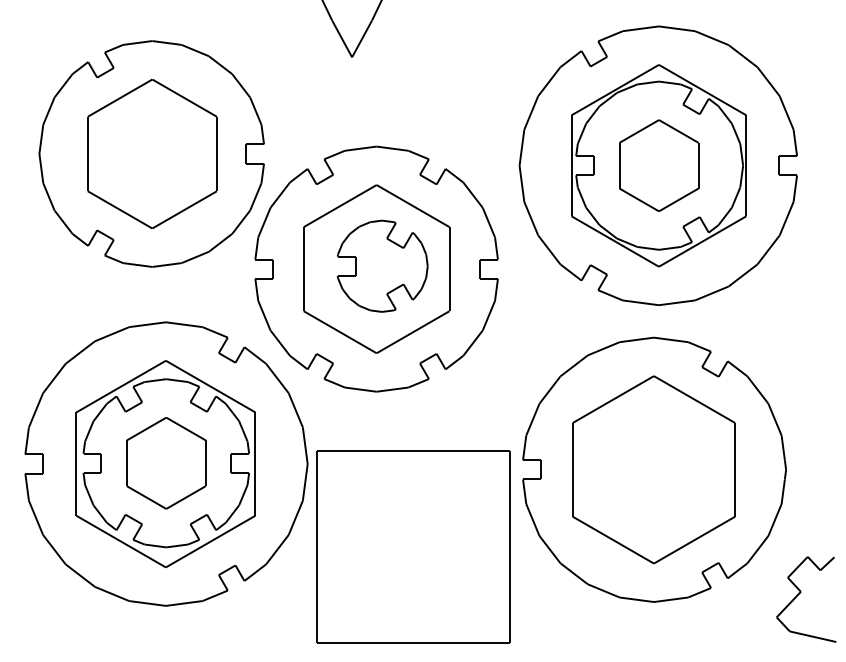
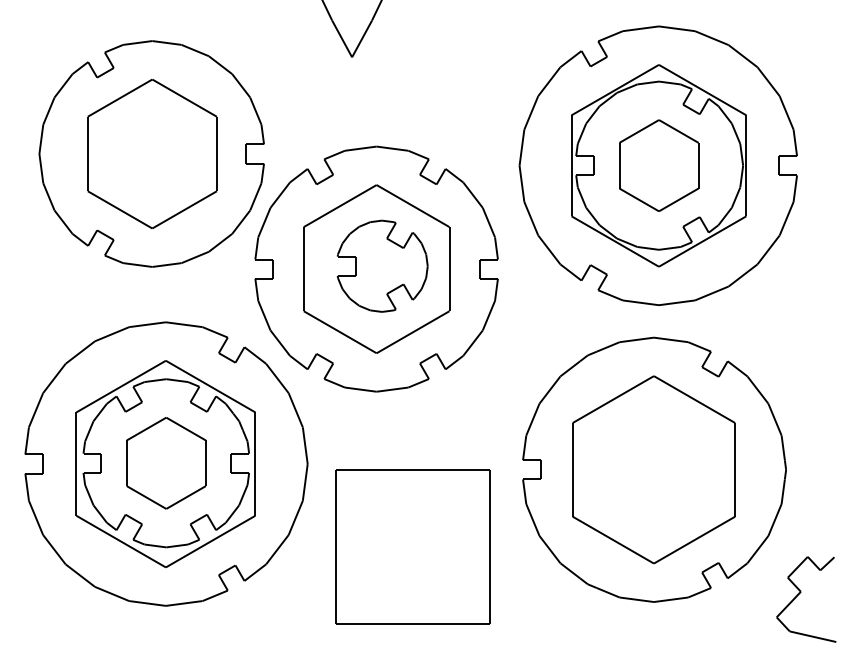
part at (413, 546) size: 195x194 px -> 156x156 px
